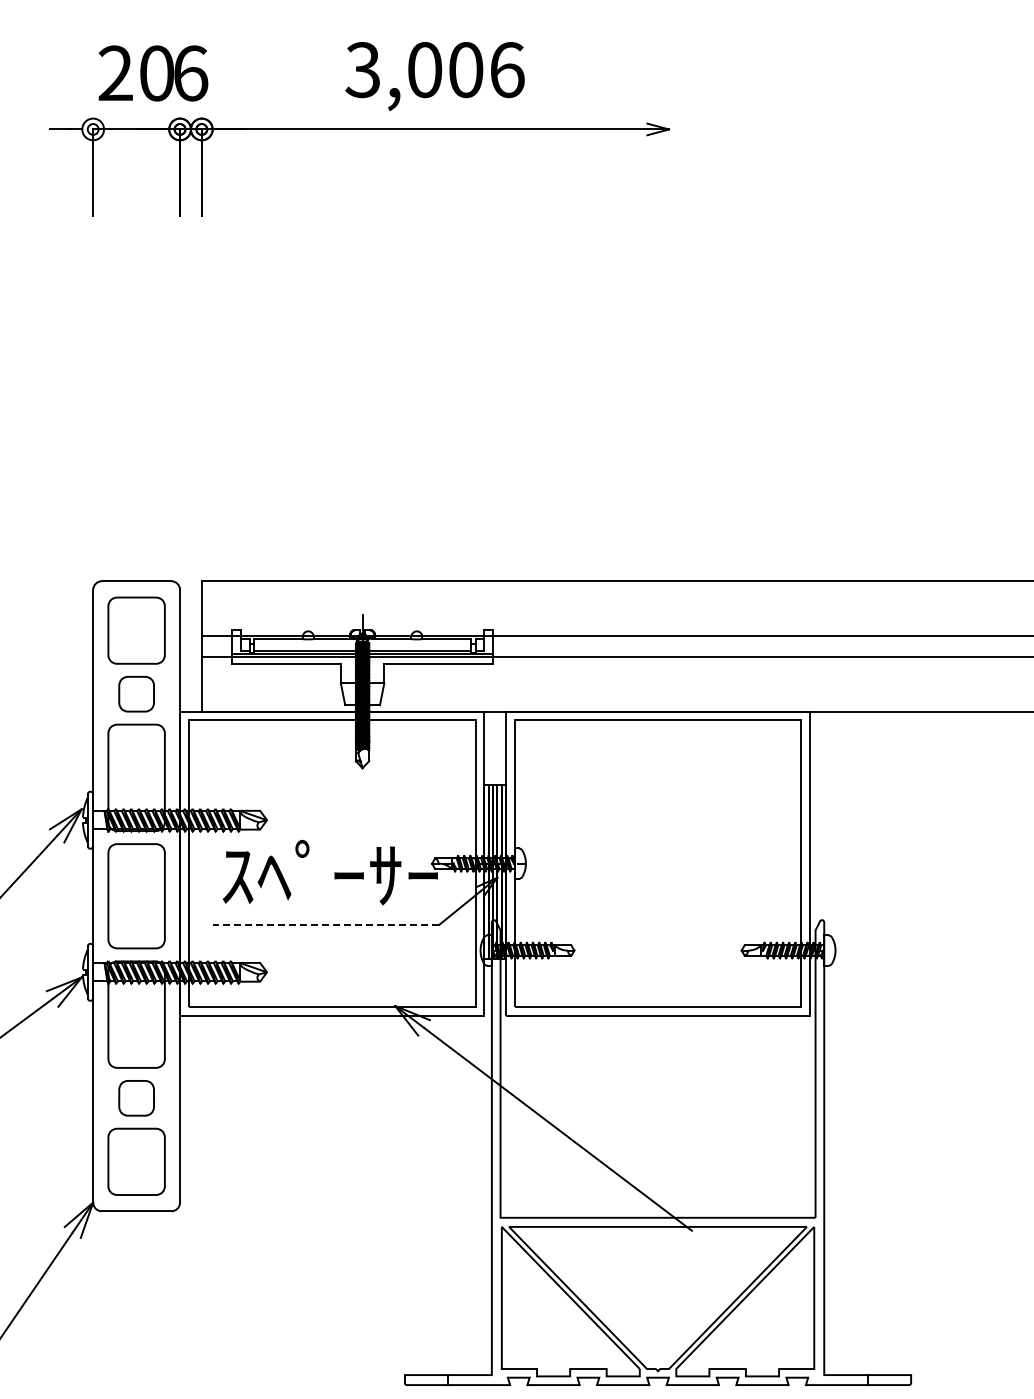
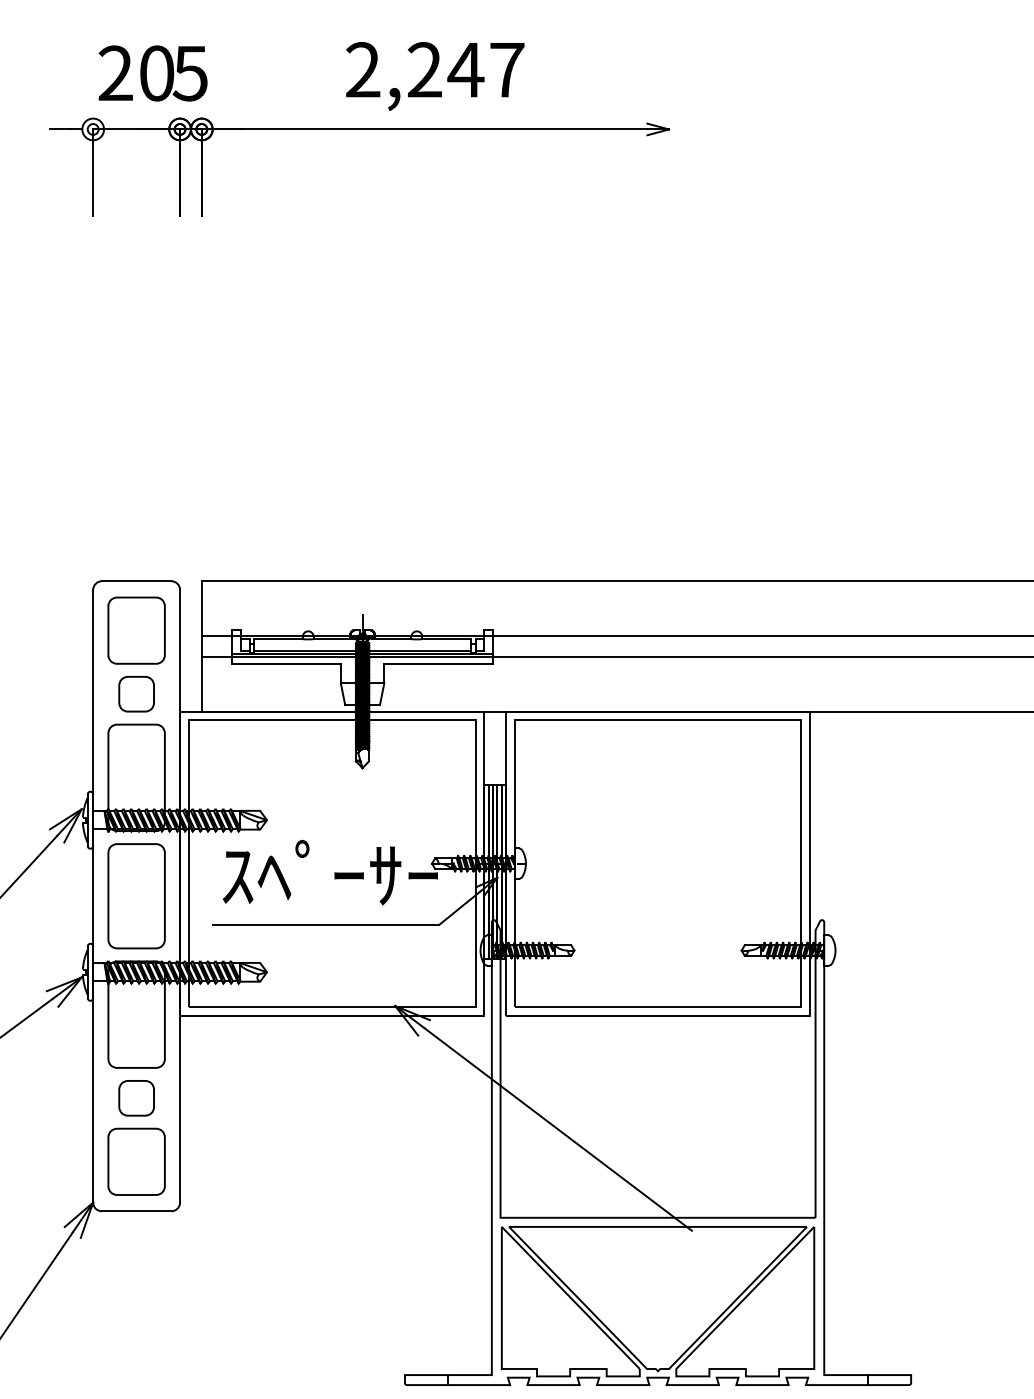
text at (434, 70): 3,006 -> 2,247
text at (190, 73): 6 -> 5
line at (325, 924): dashed -> solid
